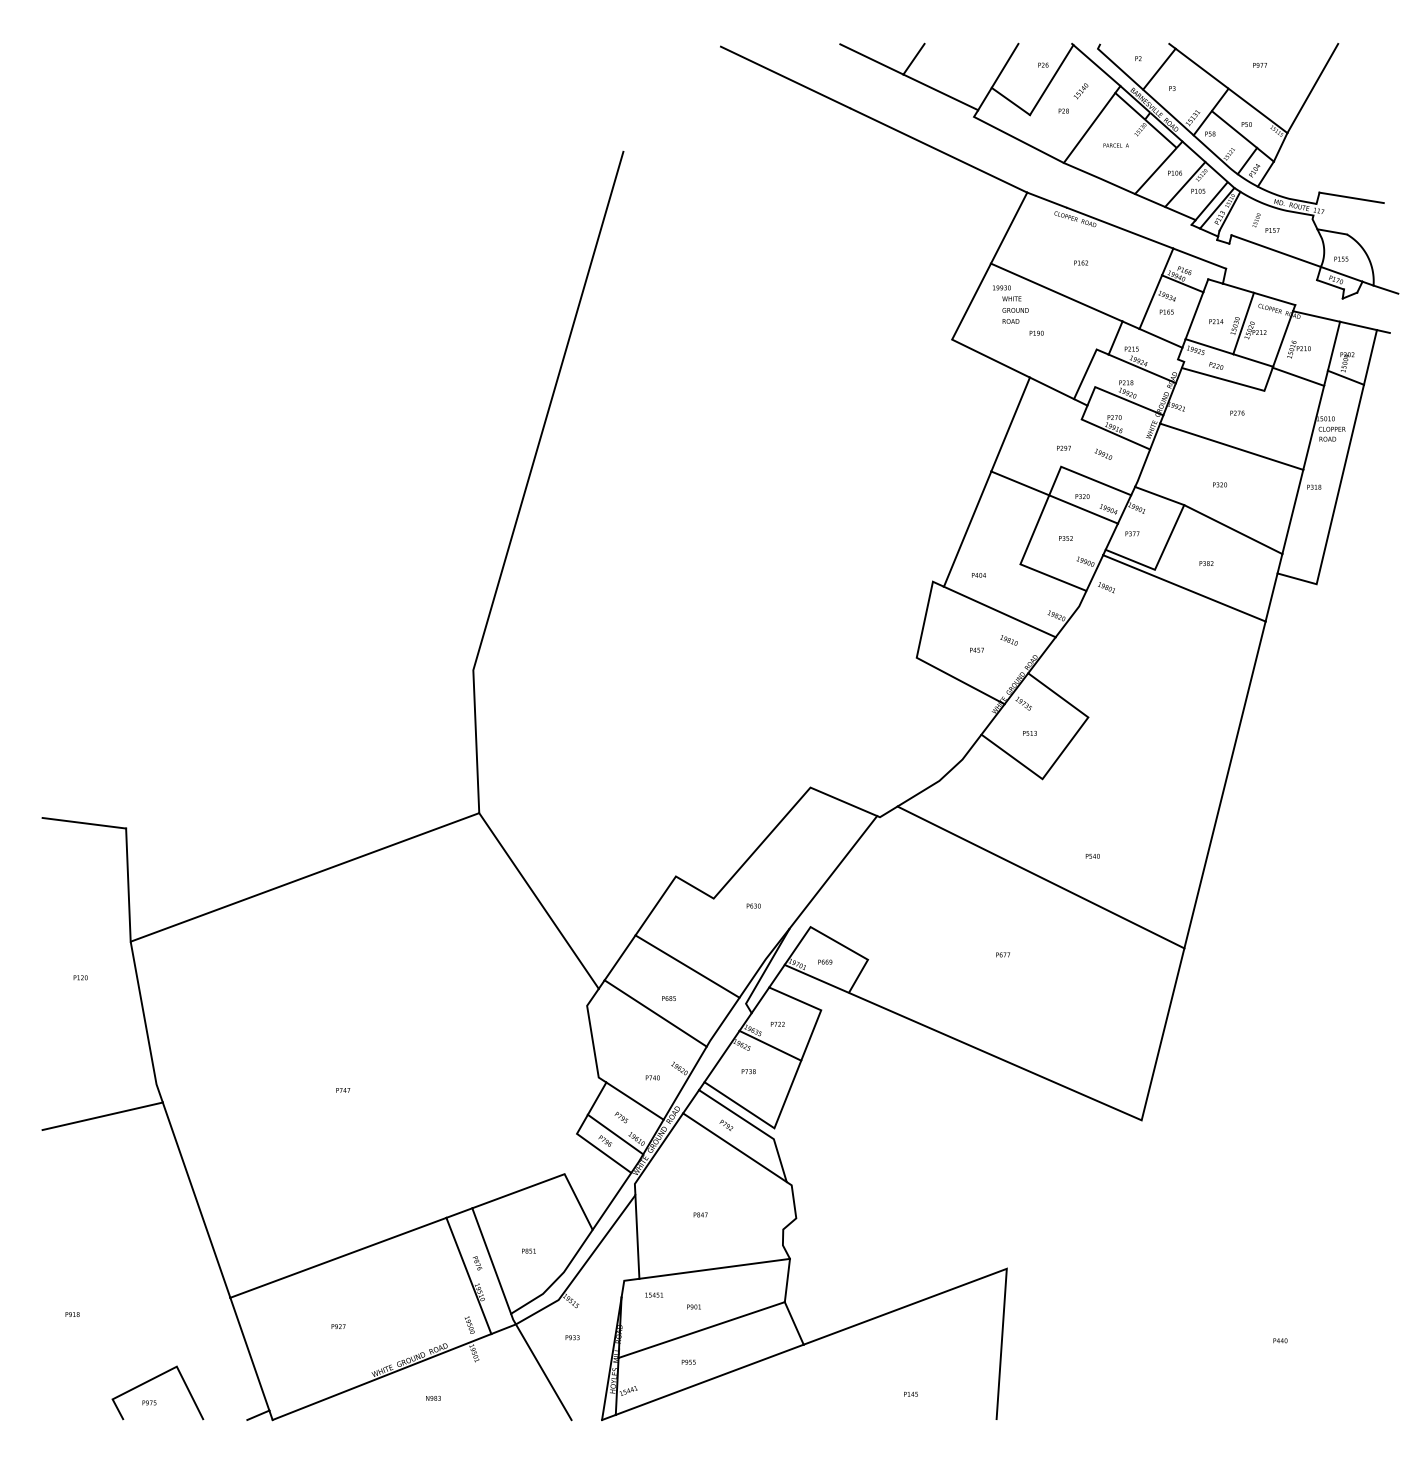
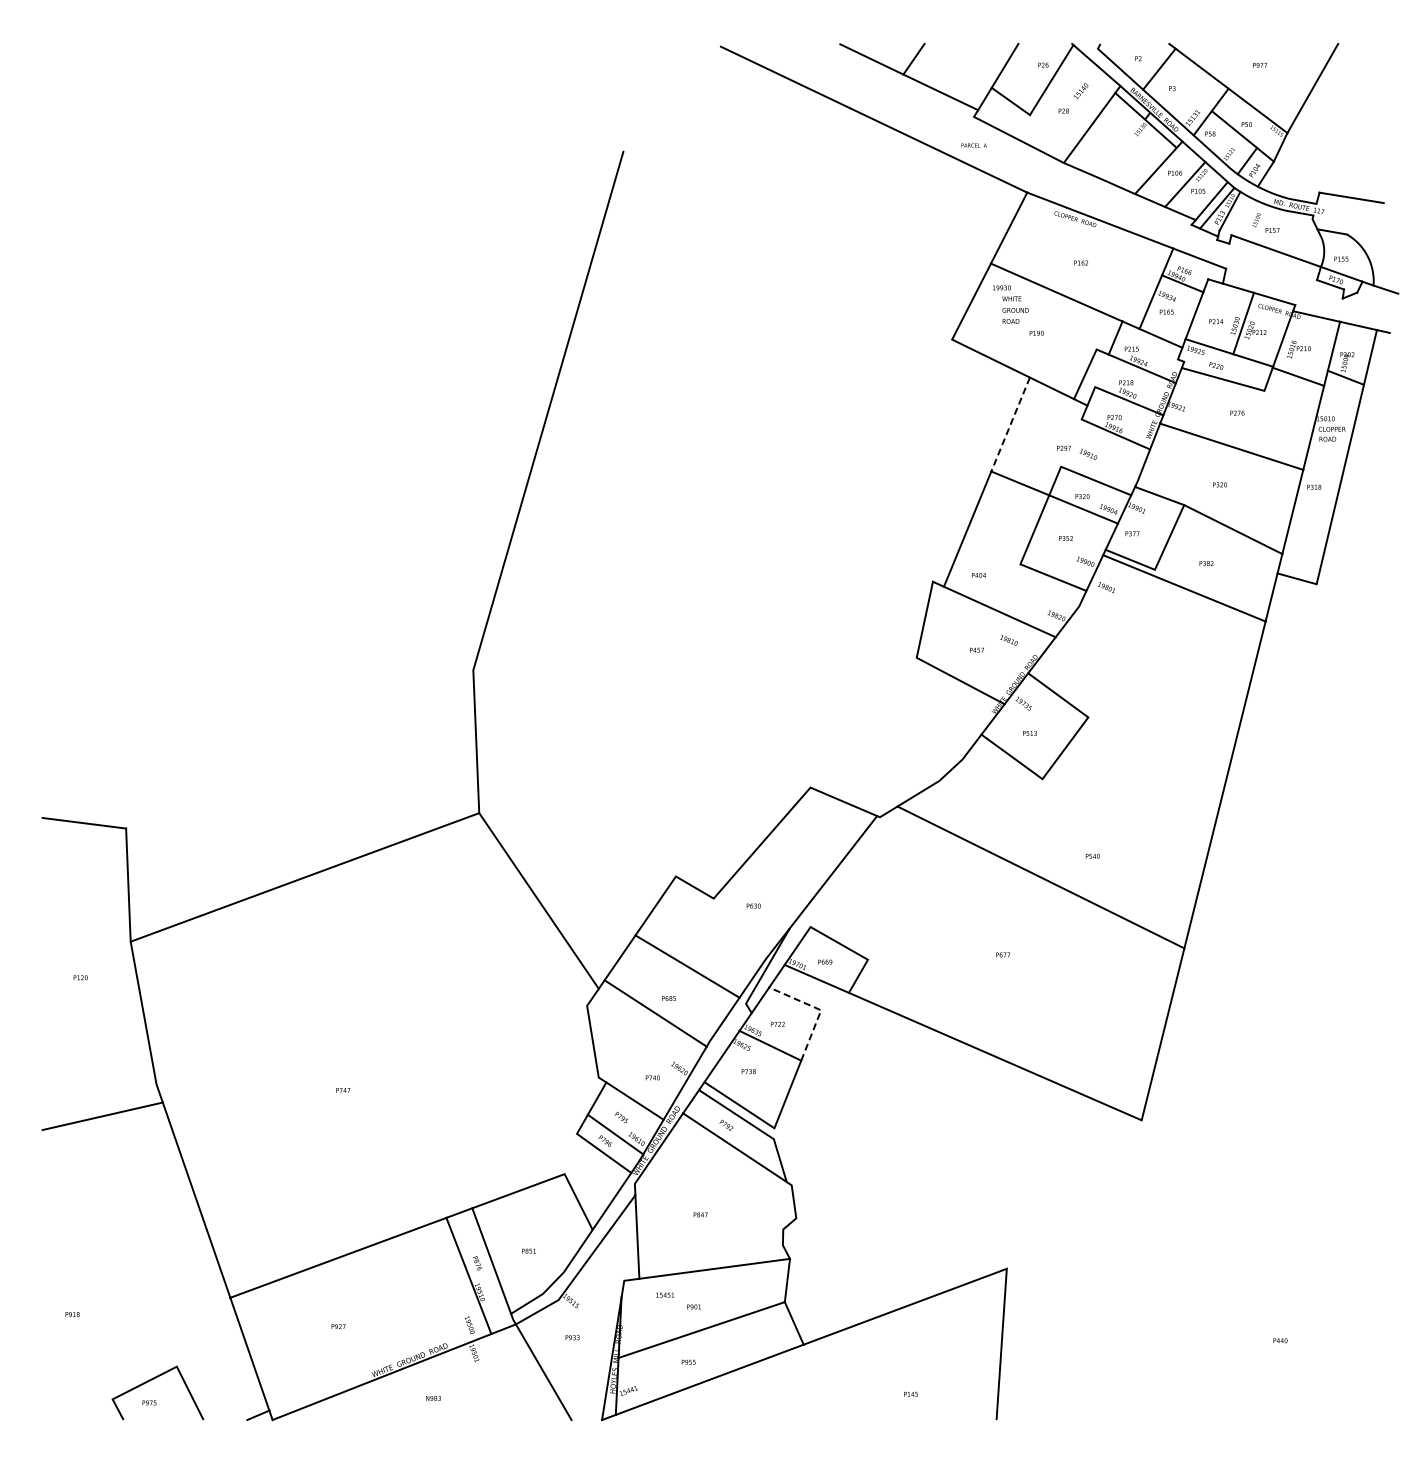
text at (1115, 145) position: (1115, 145) -> (973, 145)
line at (1010, 424): solid -> dashed
text at (1103, 453) position: (1103, 453) -> (1088, 453)
line at (820, 1009): solid -> dashed
text at (654, 1294) position: (654, 1294) -> (665, 1294)
